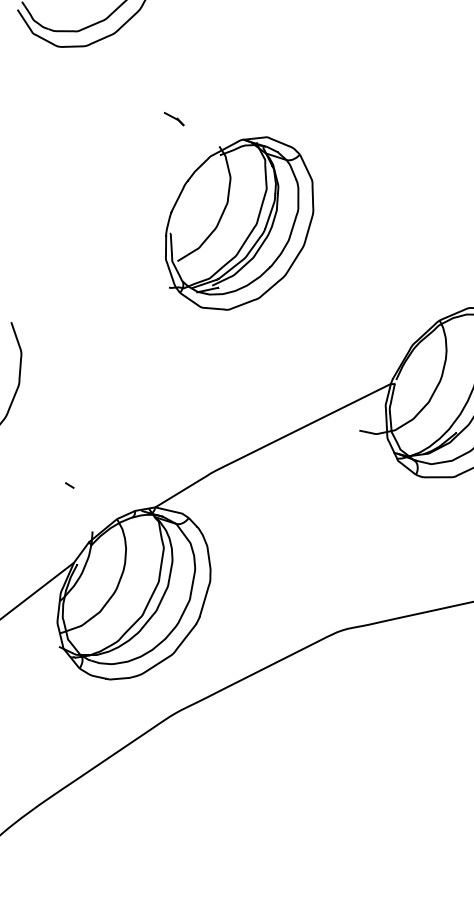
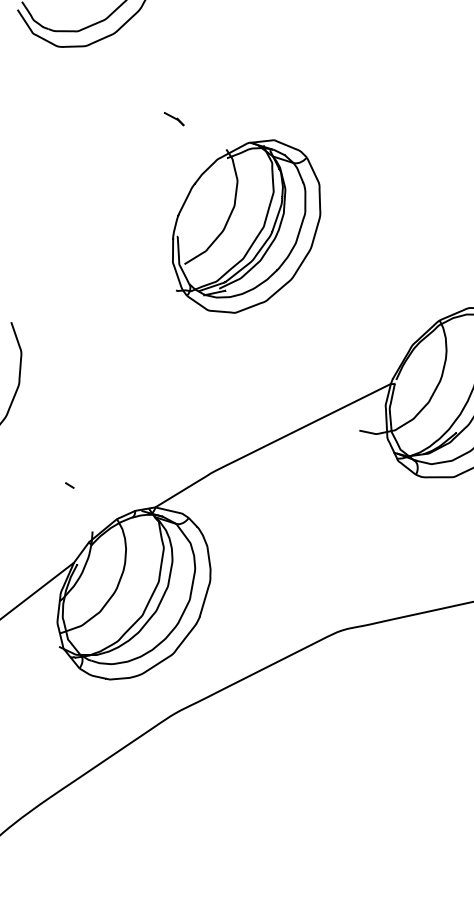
part at (239, 223) position: (239, 223) -> (246, 226)
